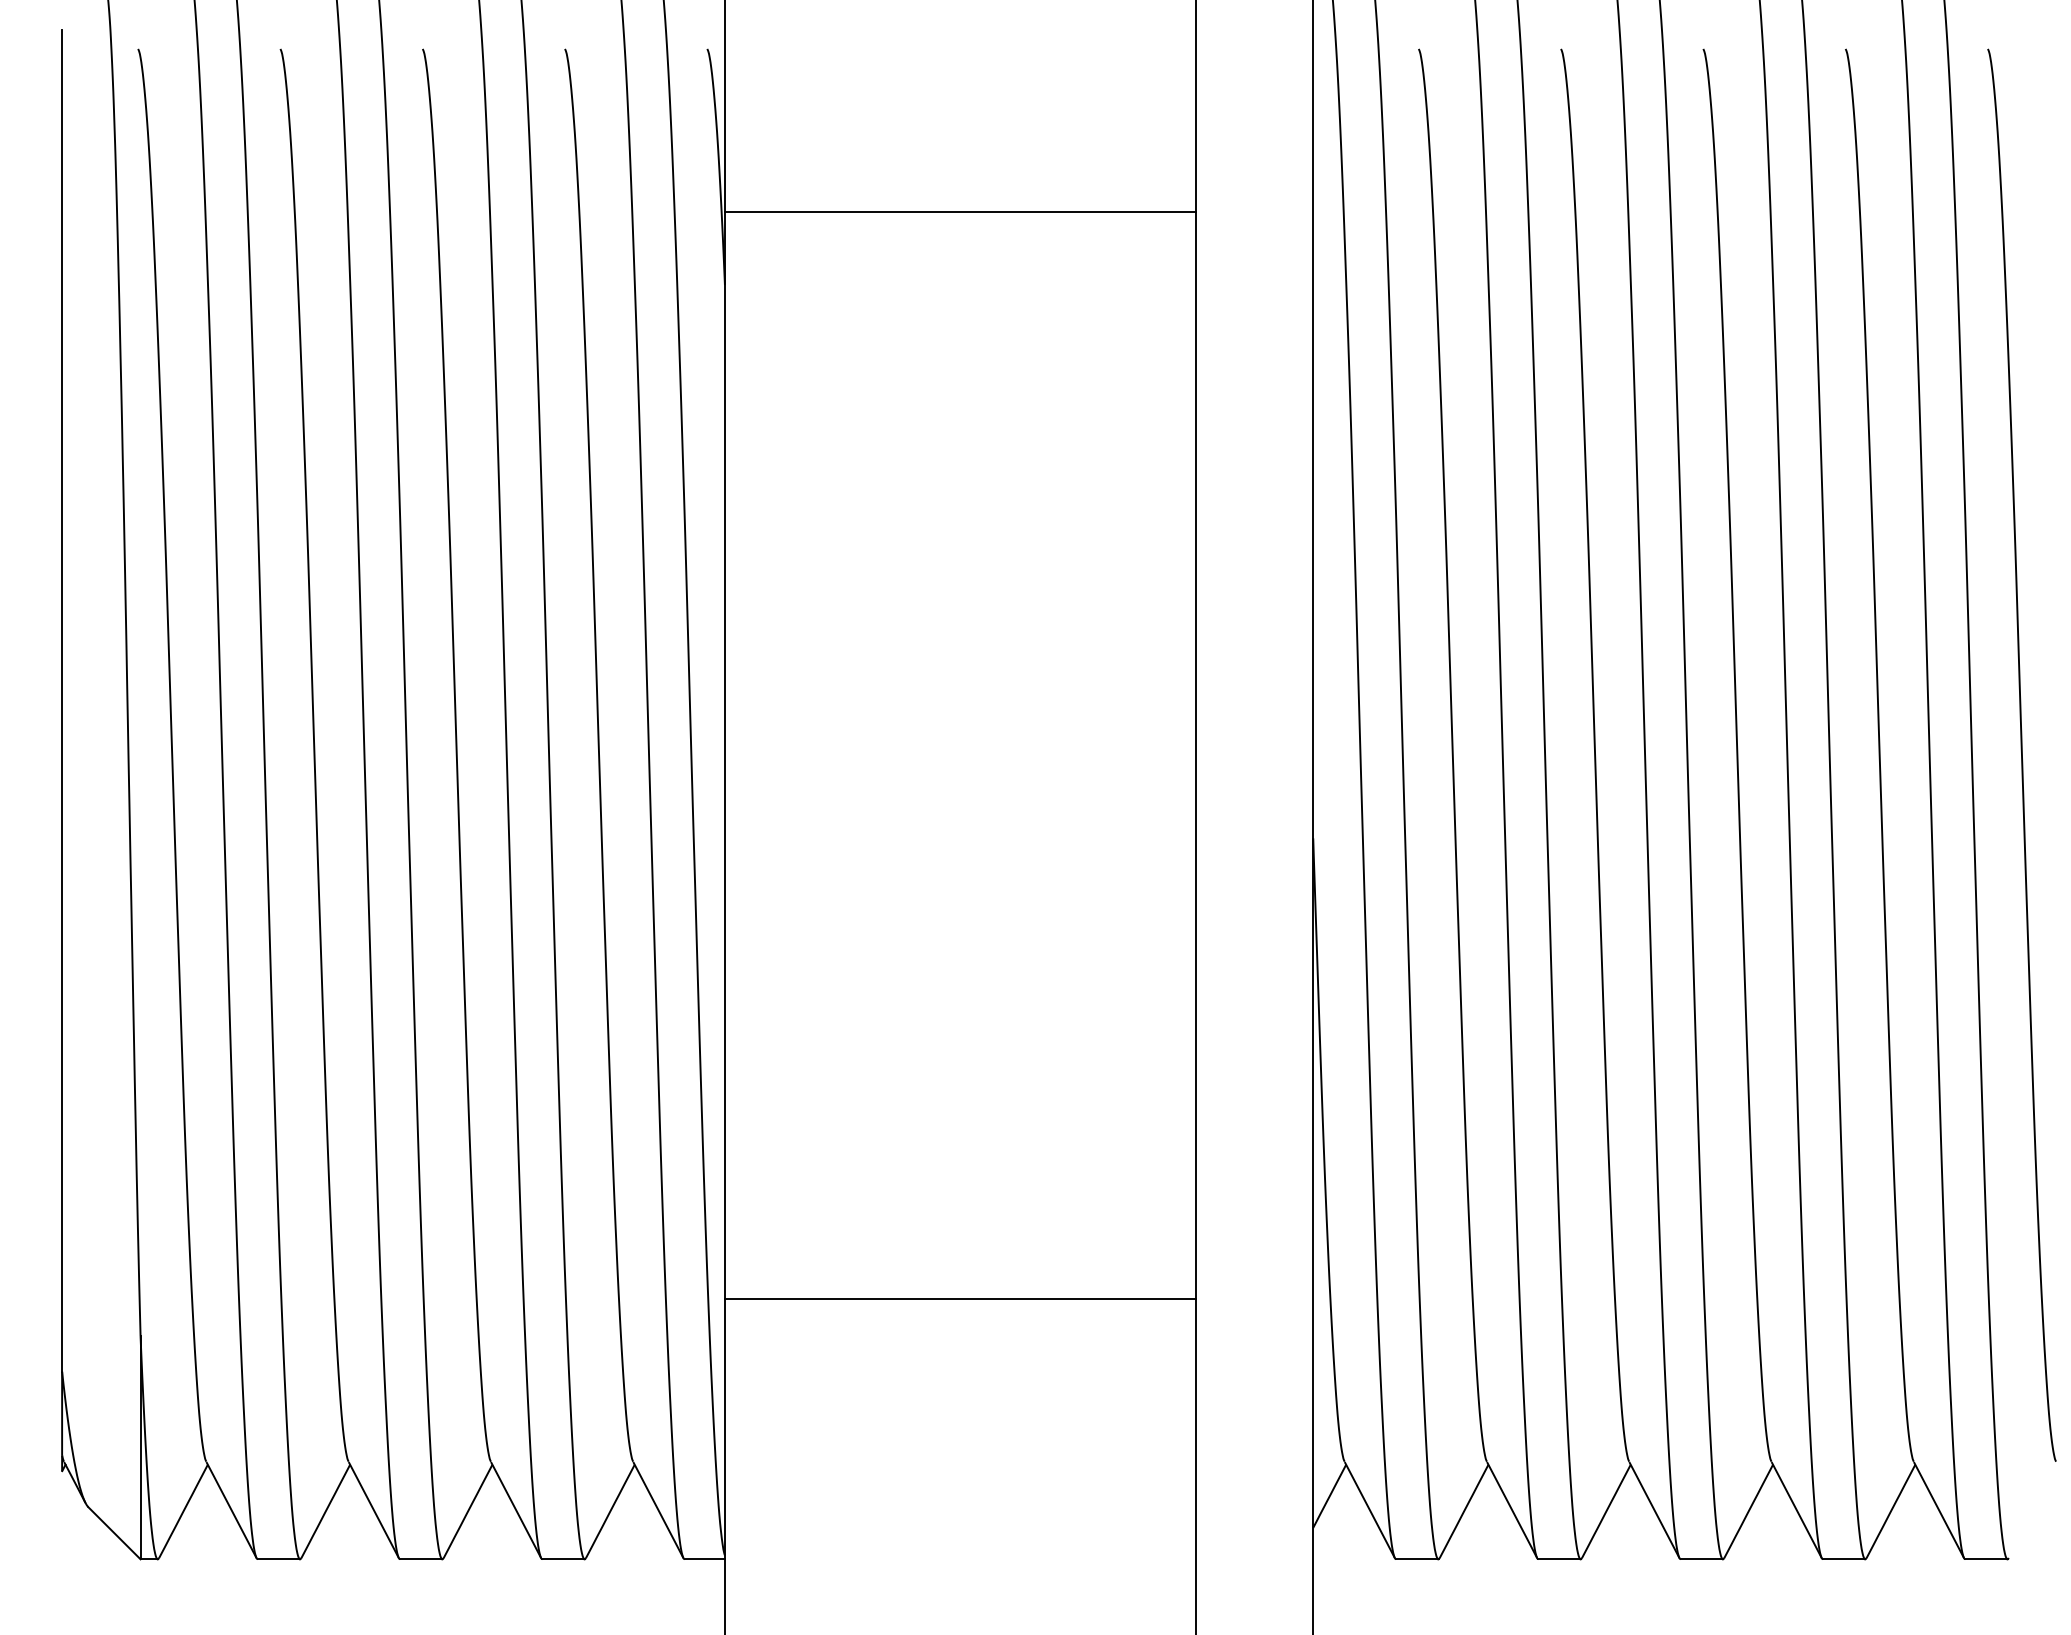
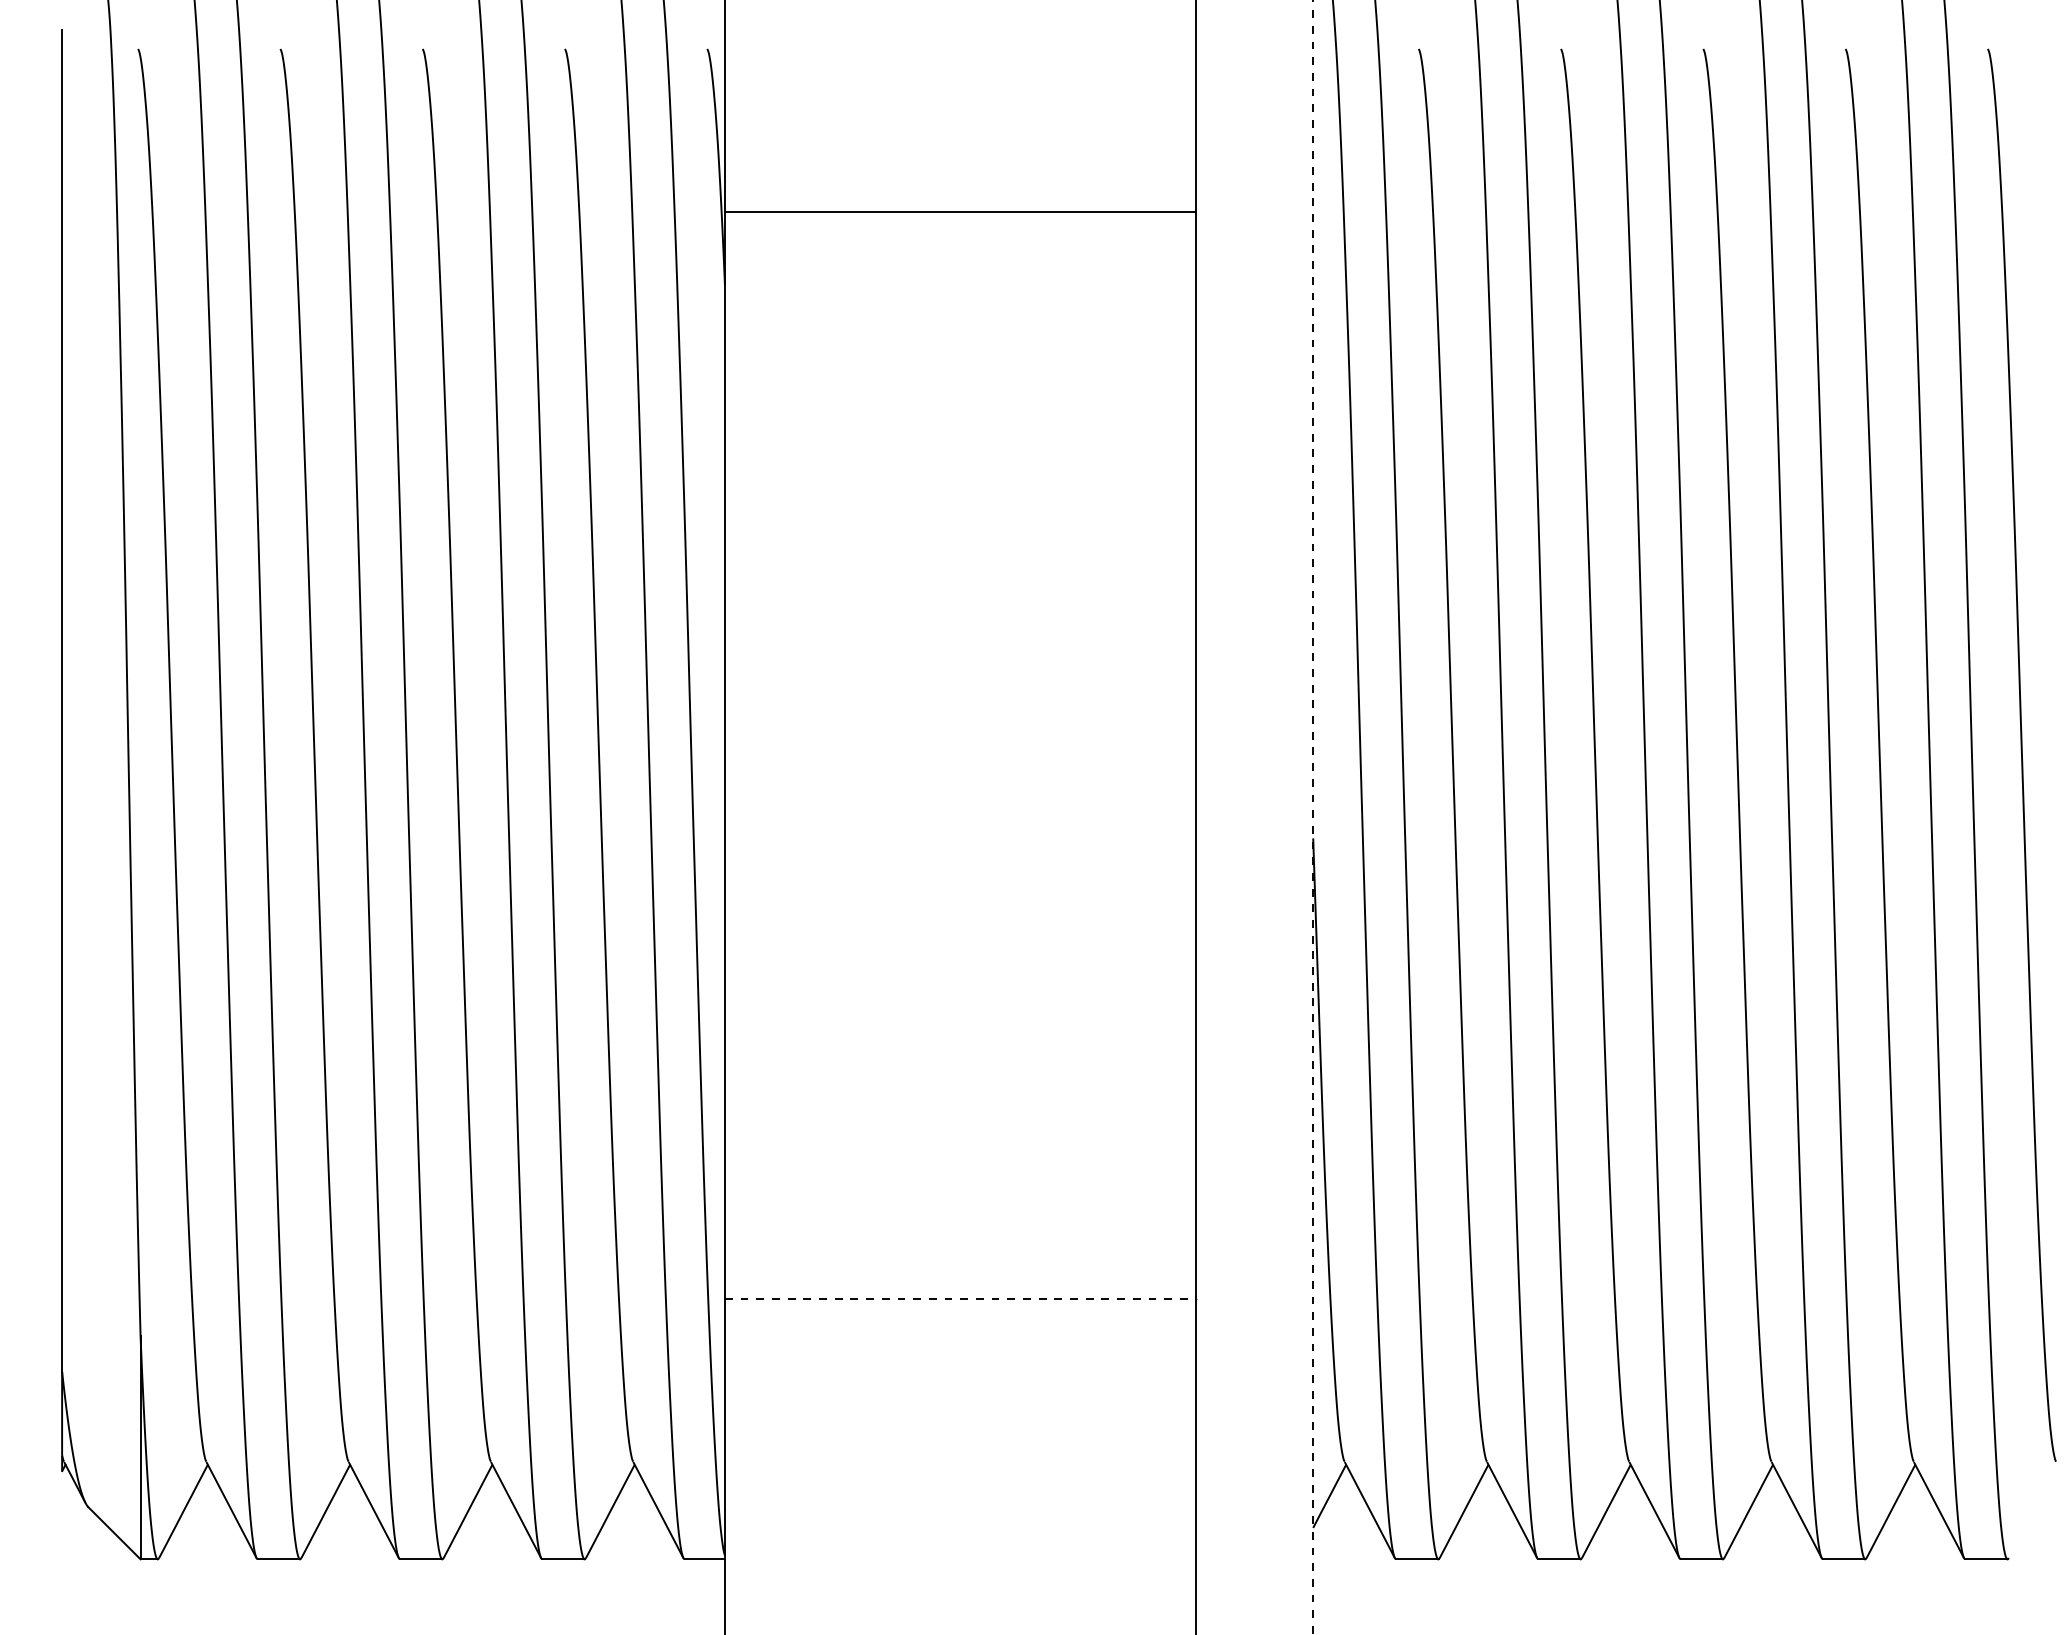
line at (1313, 817): solid -> dashed
line at (960, 1298): solid -> dashed
